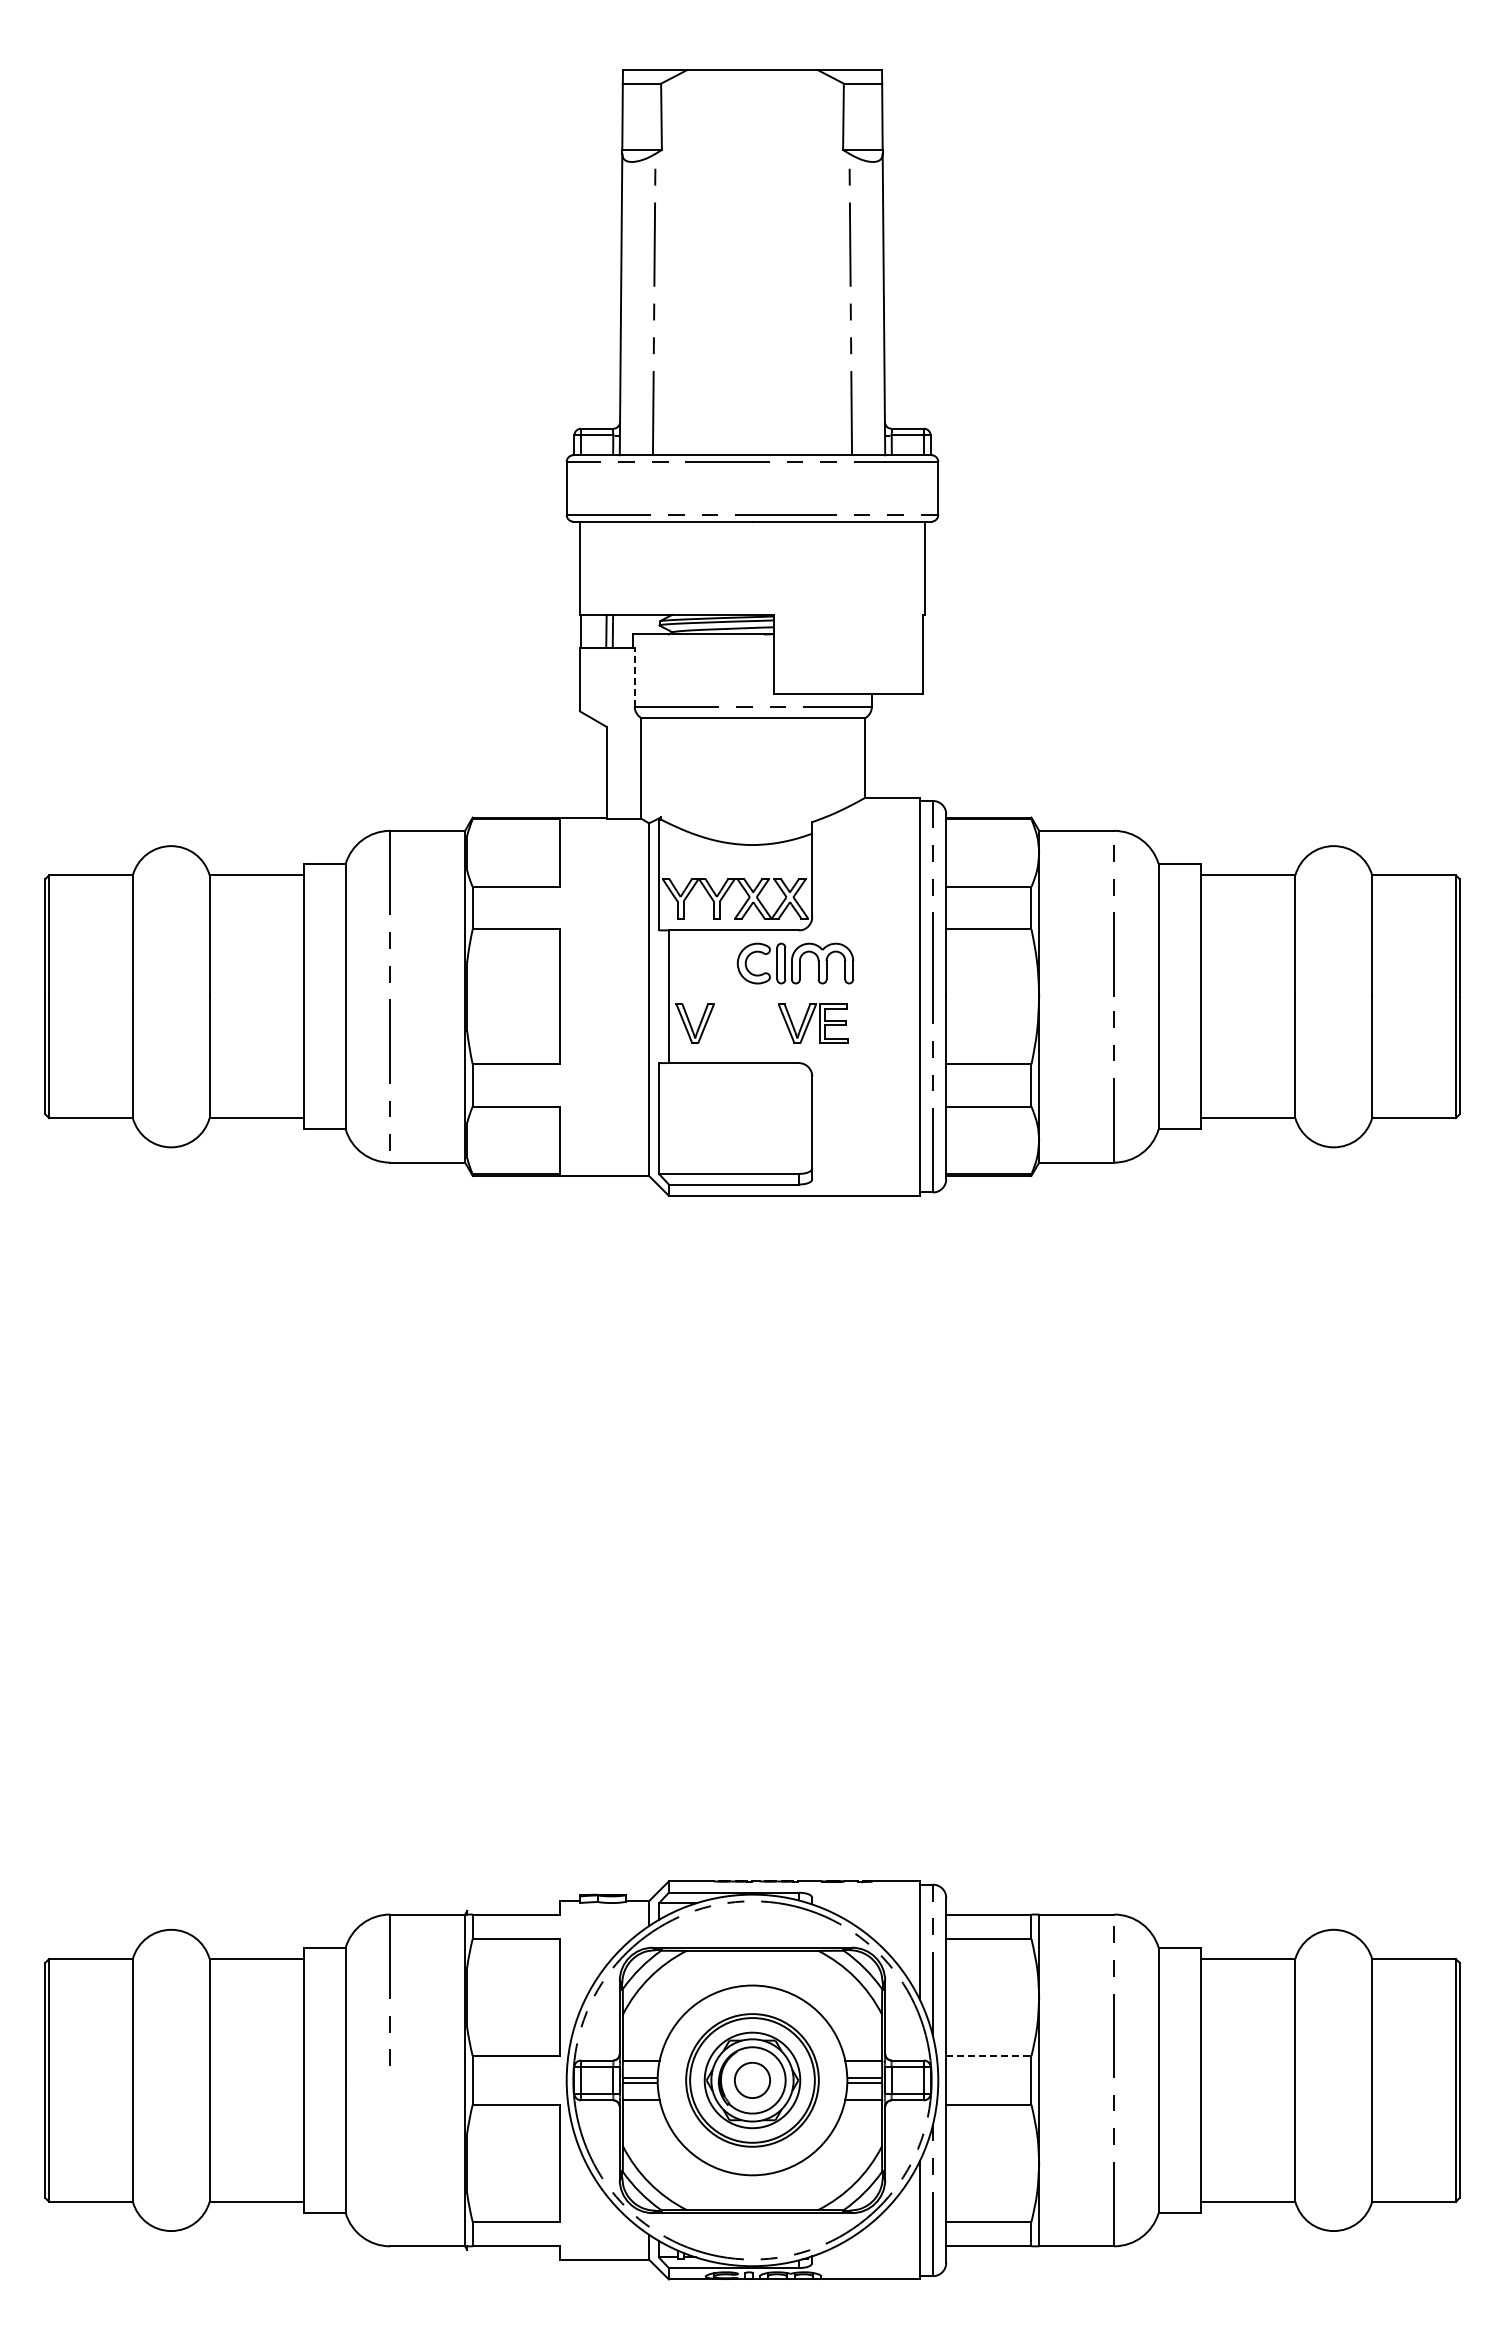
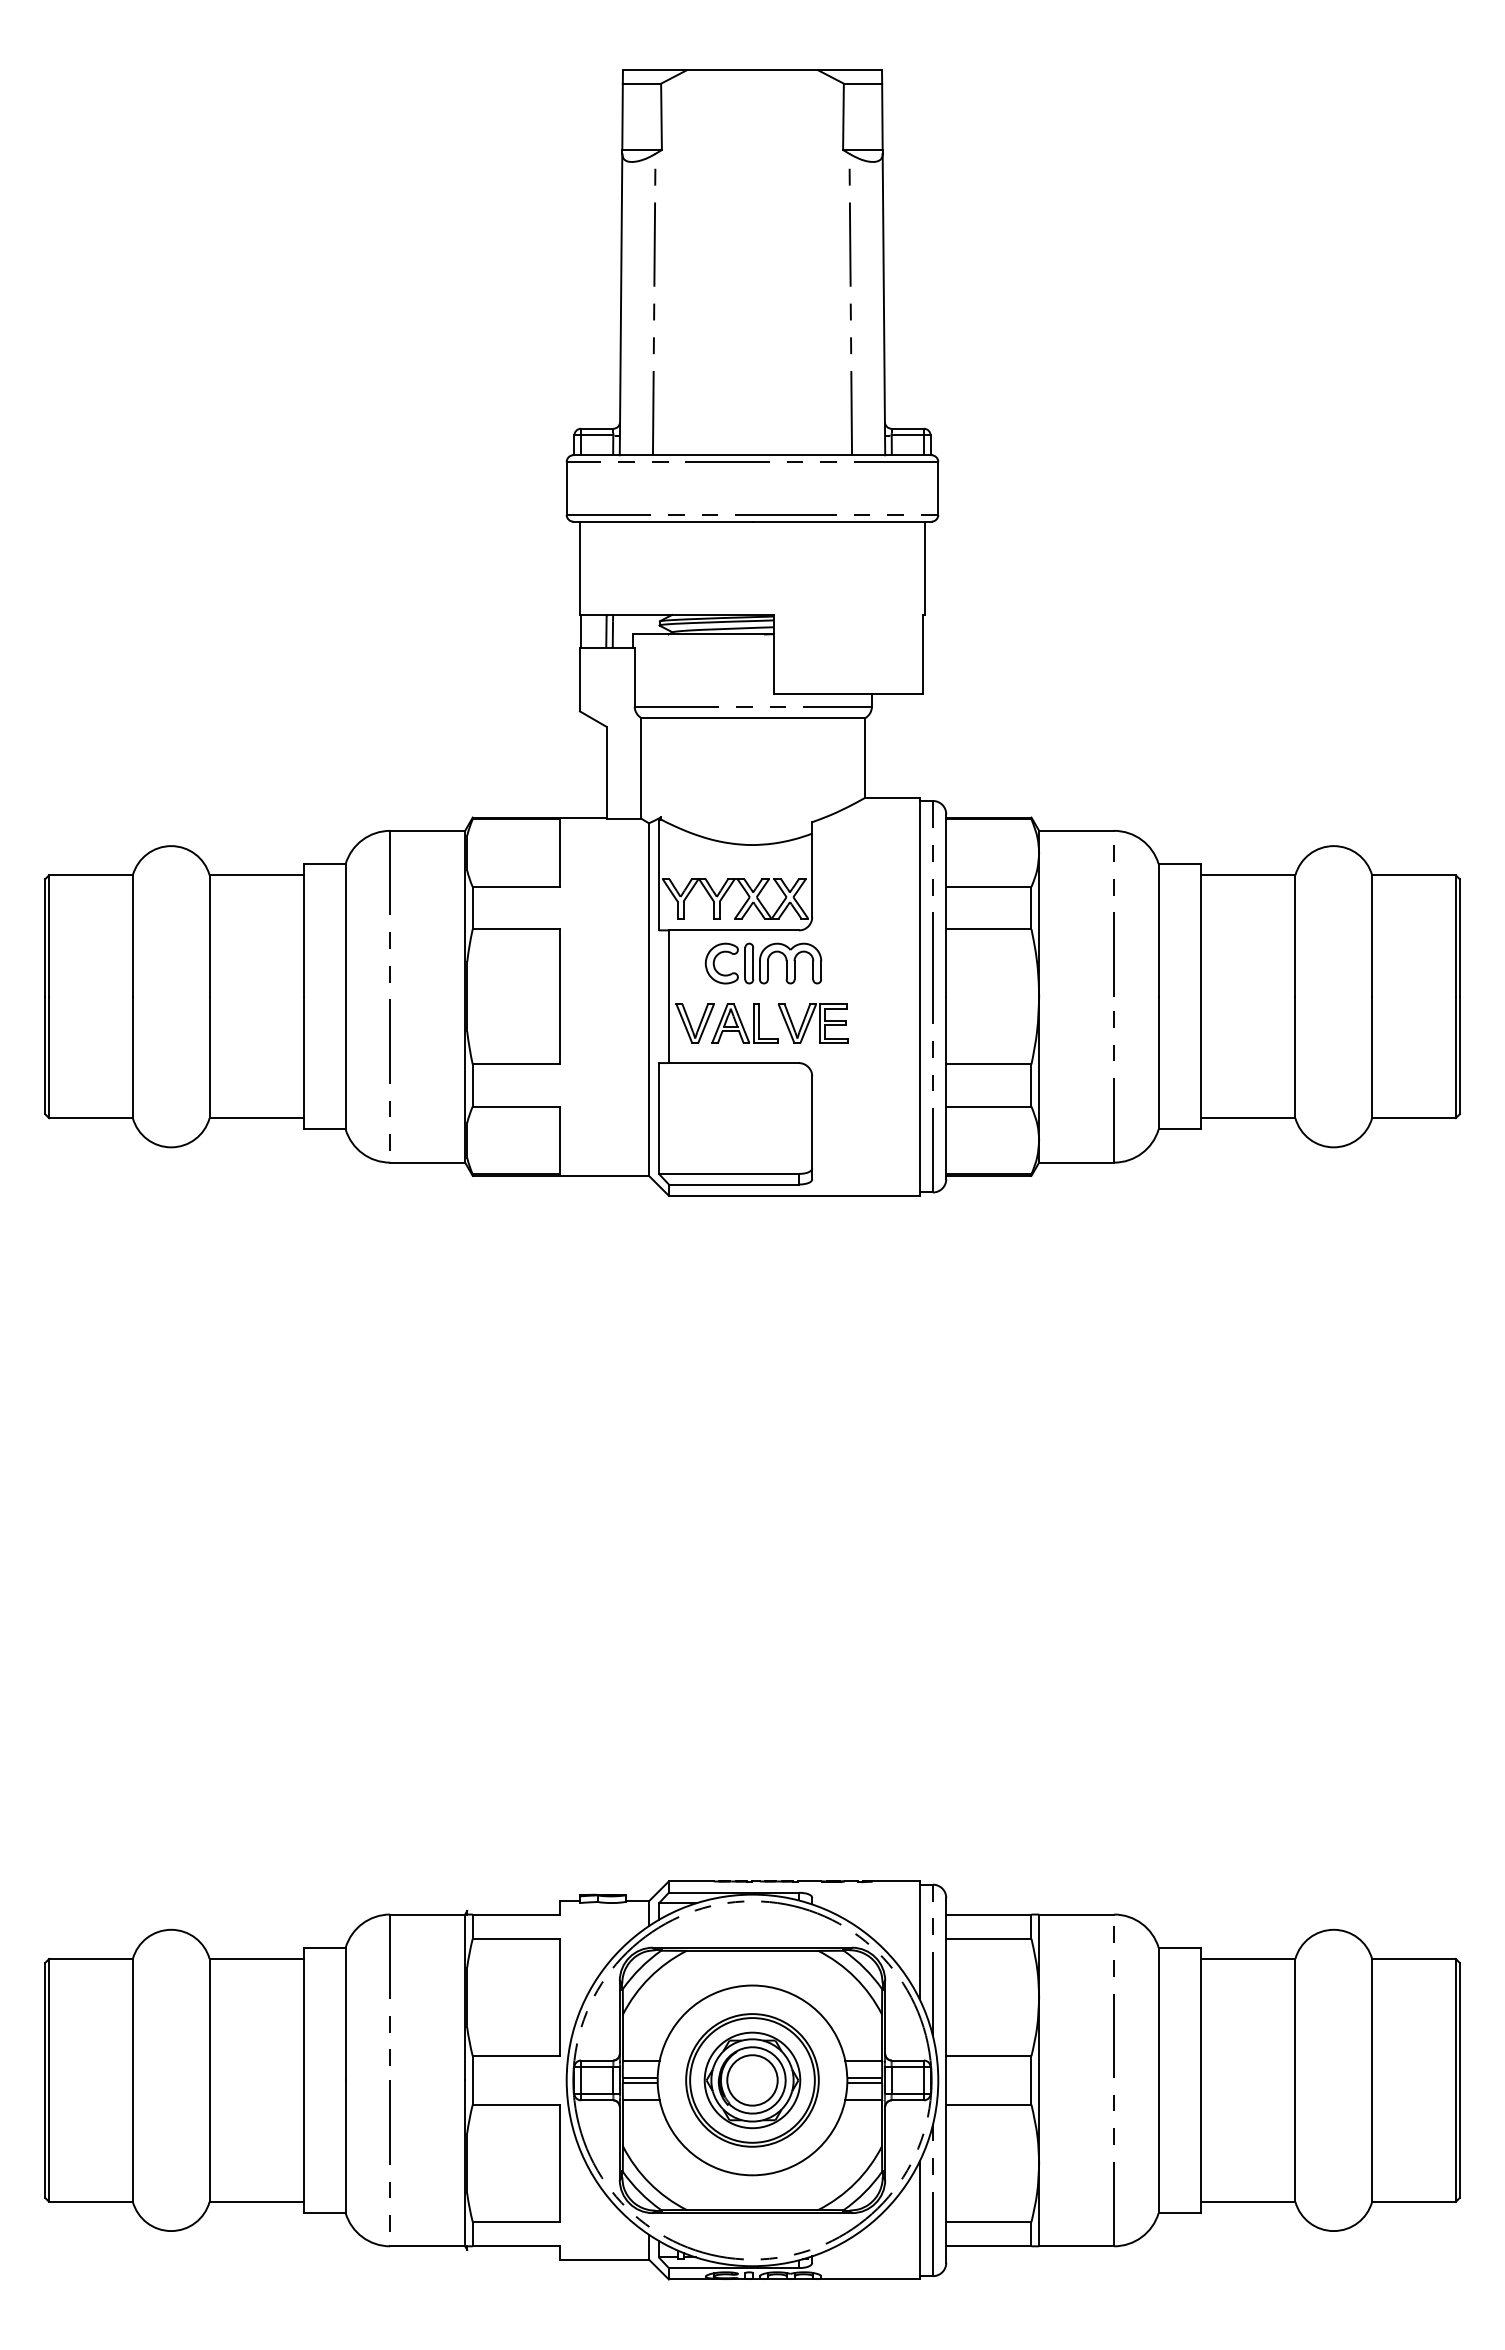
line at (634, 676): dashed -> solid
part at (795, 963) position: (795, 963) -> (763, 963)
part at (744, 1023): none -> present
line at (988, 2056): dashed -> solid
circle at (752, 2080) diameter: 35 px -> 50 px
line at (389, 2155): none -> present
